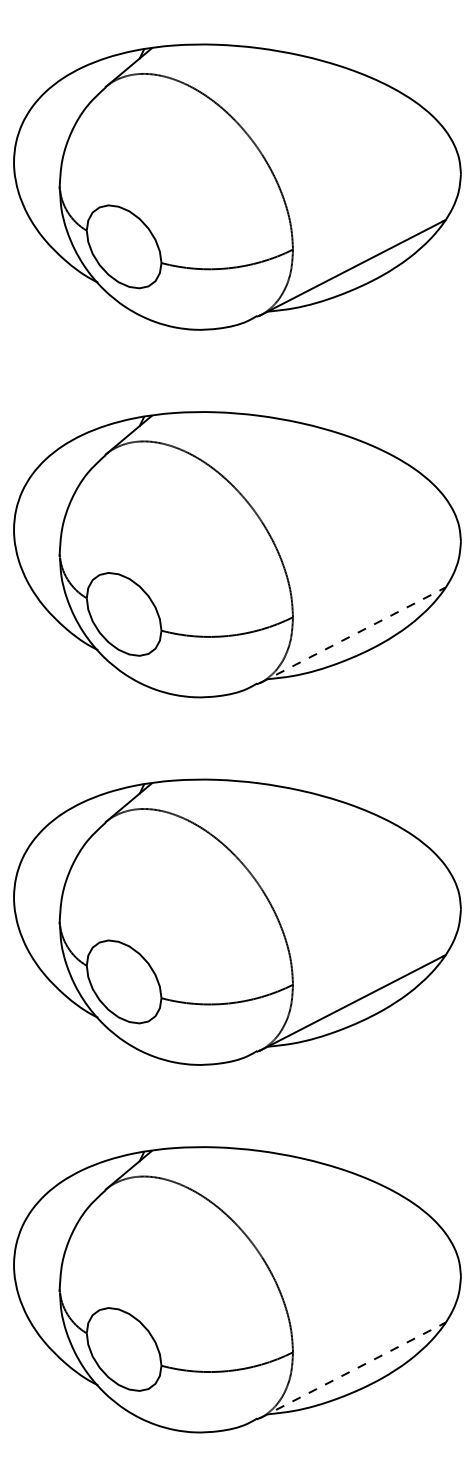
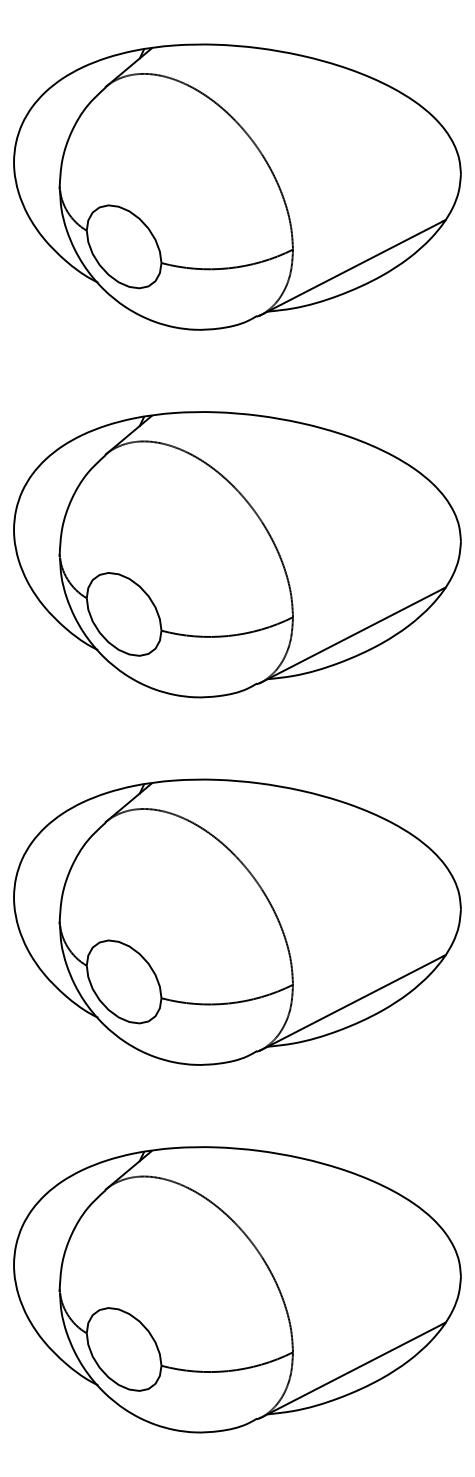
line at (353, 635): dashed -> solid
line at (353, 1370): dashed -> solid
